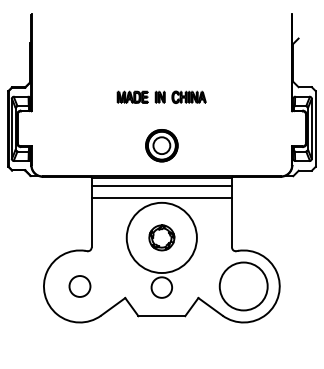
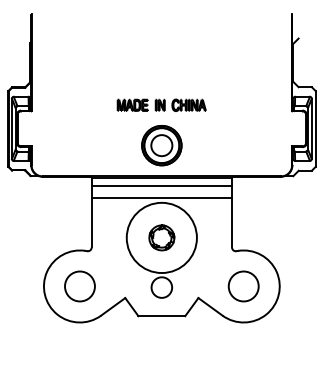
part at (161, 96) position: (161, 96) -> (161, 104)
part at (161, 145) size: 34x34 px -> 42x42 px
circle at (79, 286) size: 24x23 px -> 32x33 px
circle at (243, 286) diameter: 48 px -> 30 px
